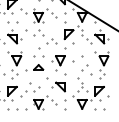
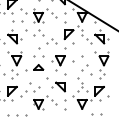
part at (12, 22) position: (12, 22) -> (17, 21)
part at (17, 109) position: (17, 109) -> (17, 115)
part at (99, 109) position: (99, 109) -> (96, 114)
